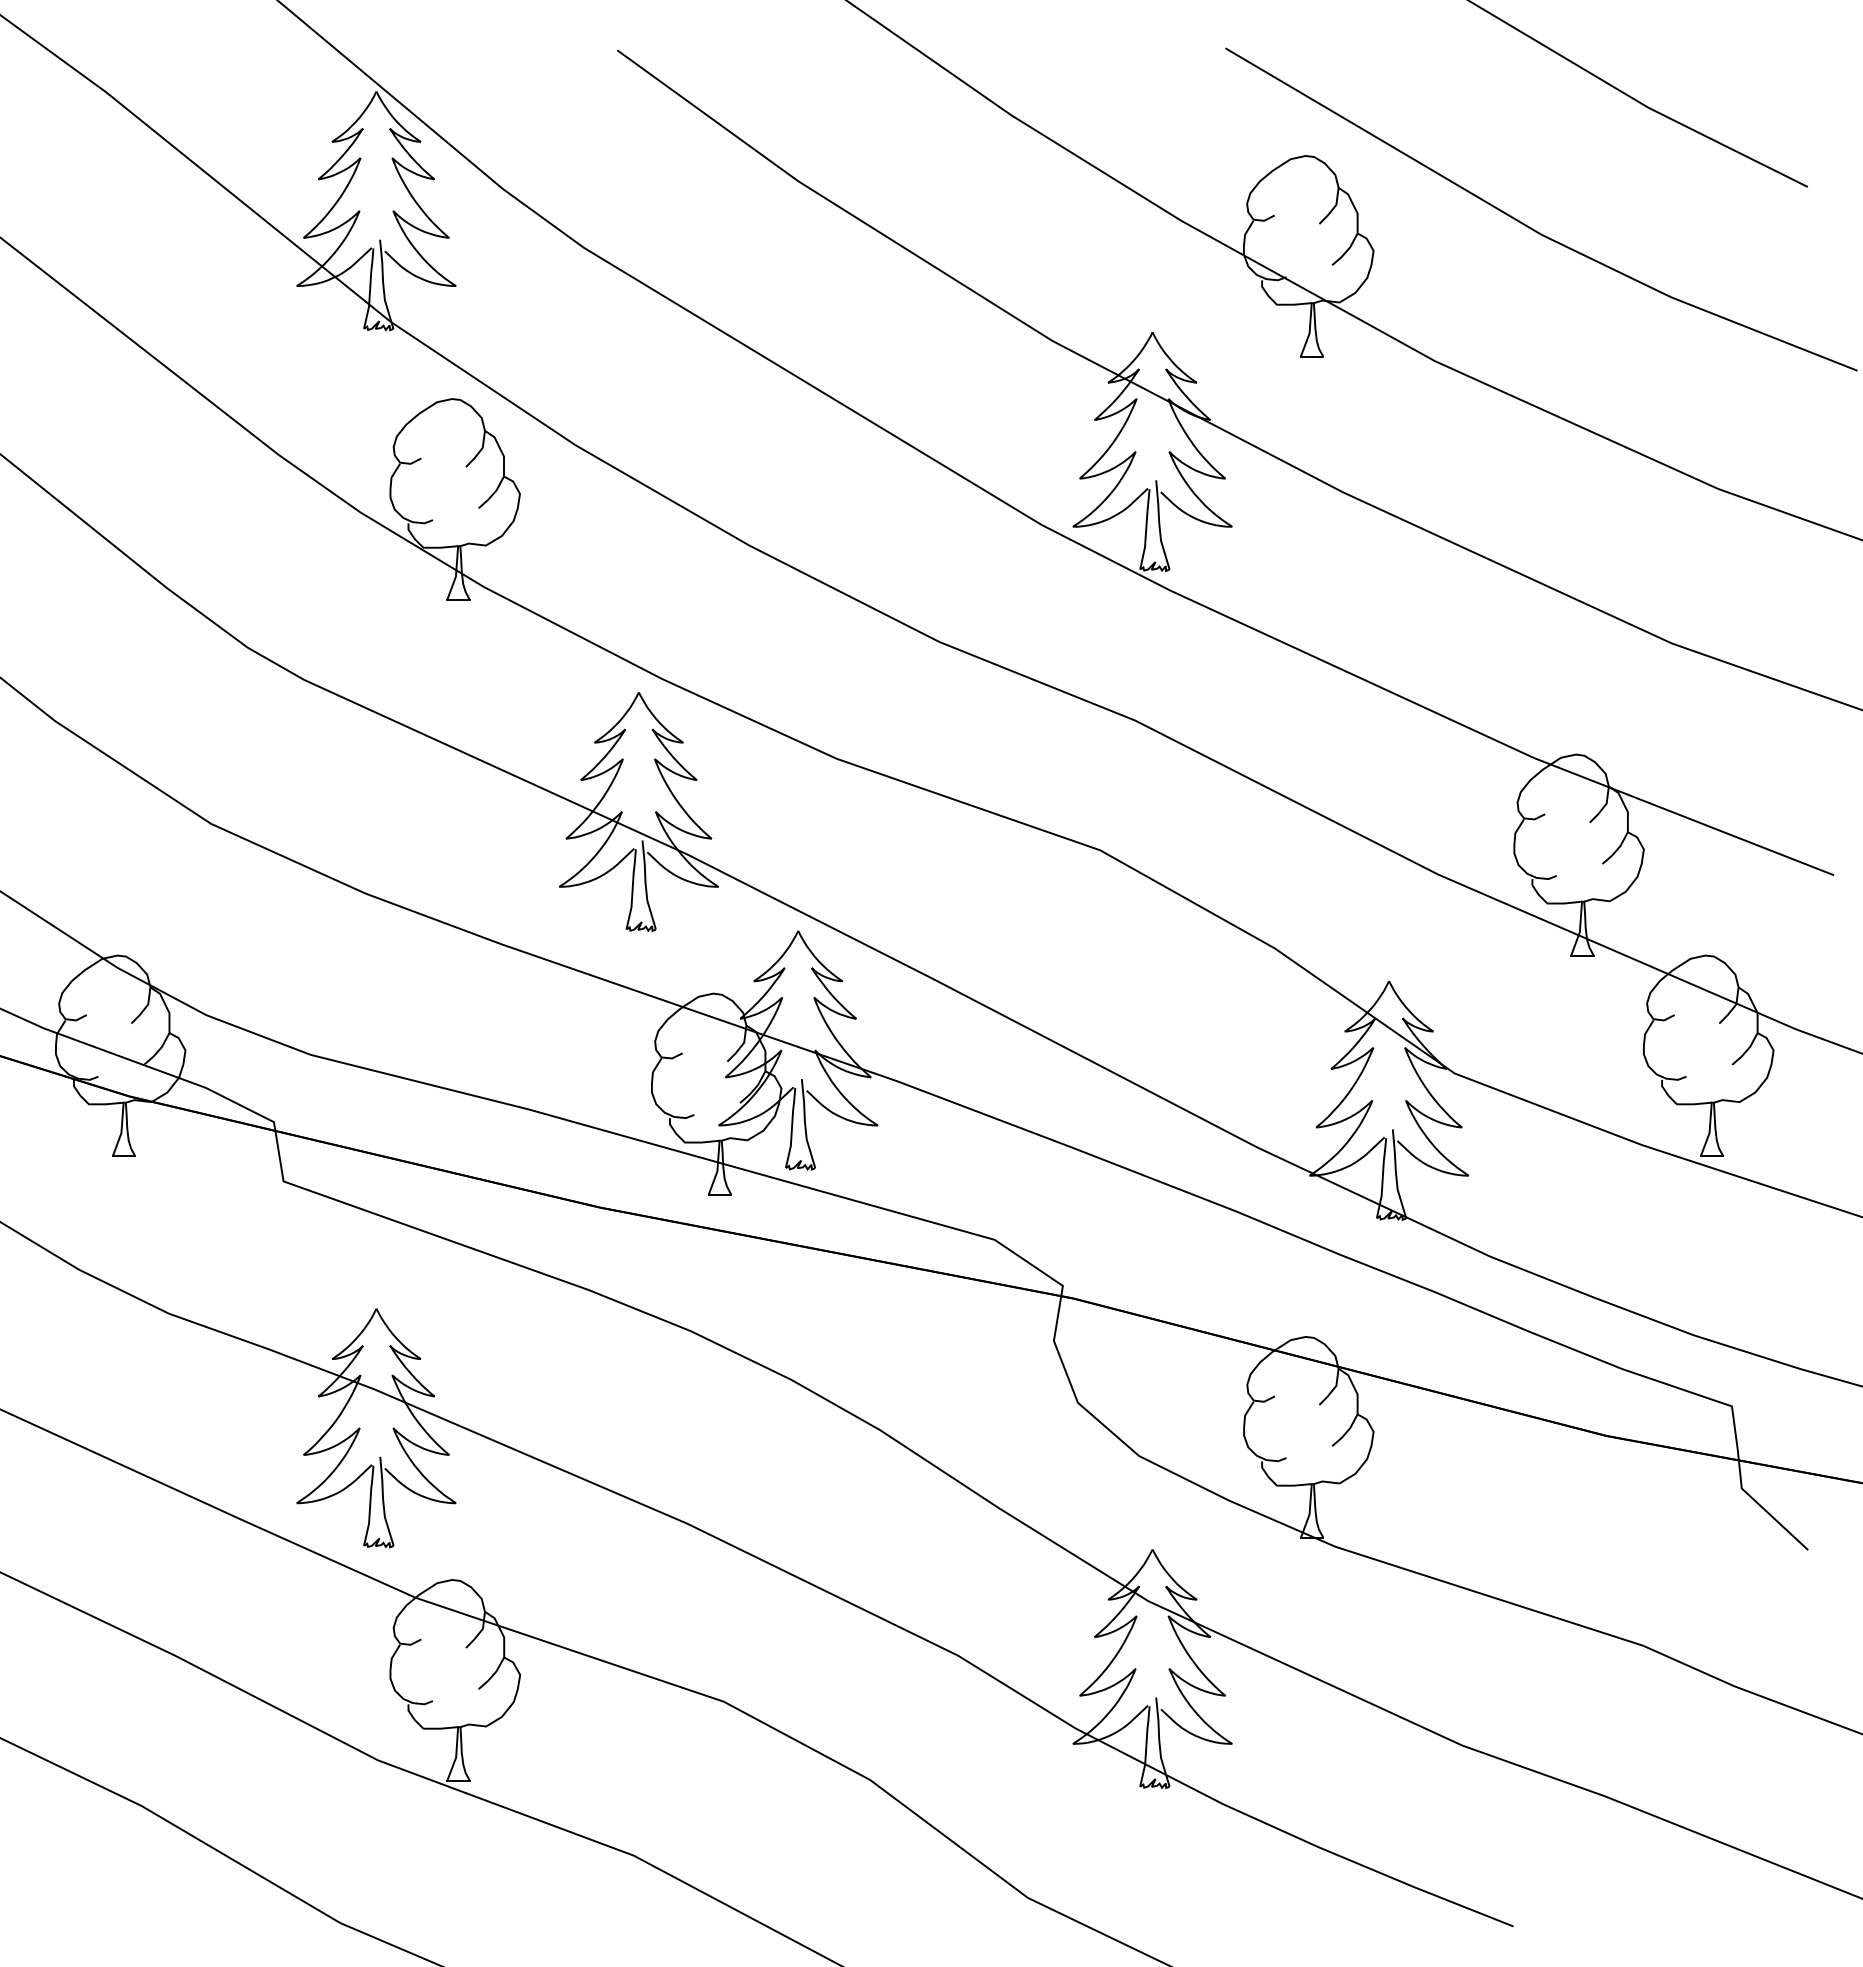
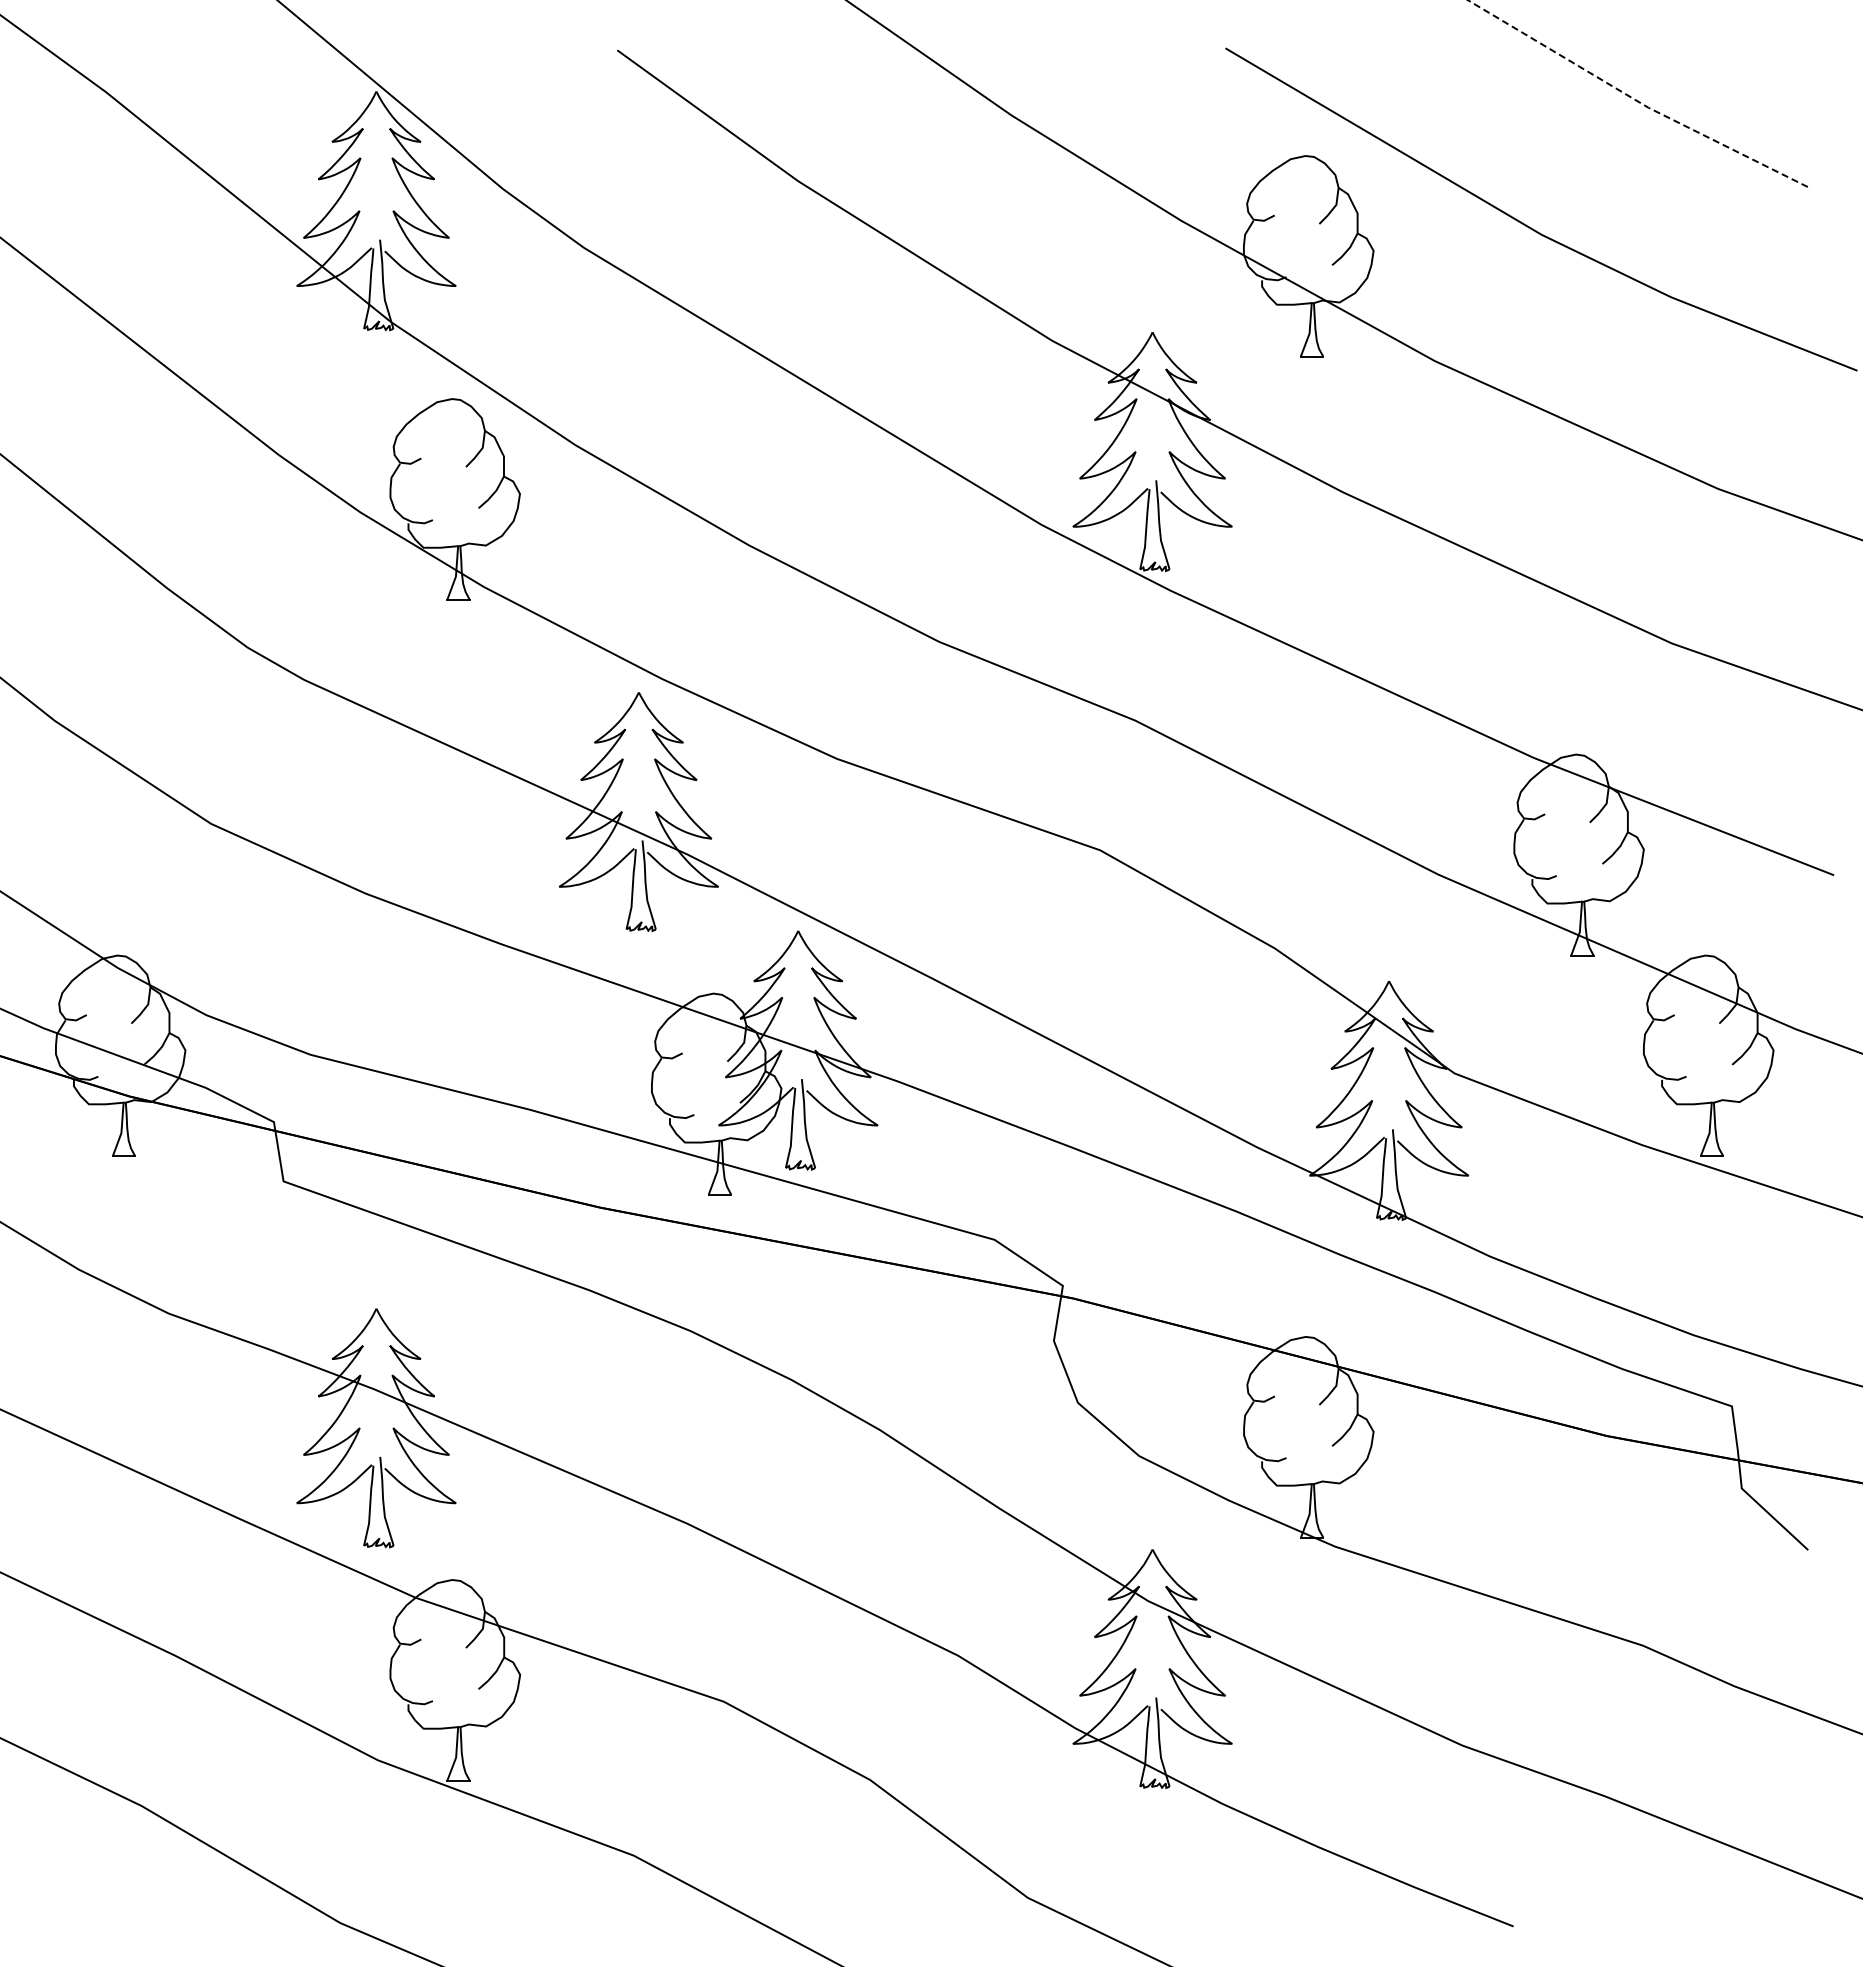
line at (1634, 99): solid -> dashed
